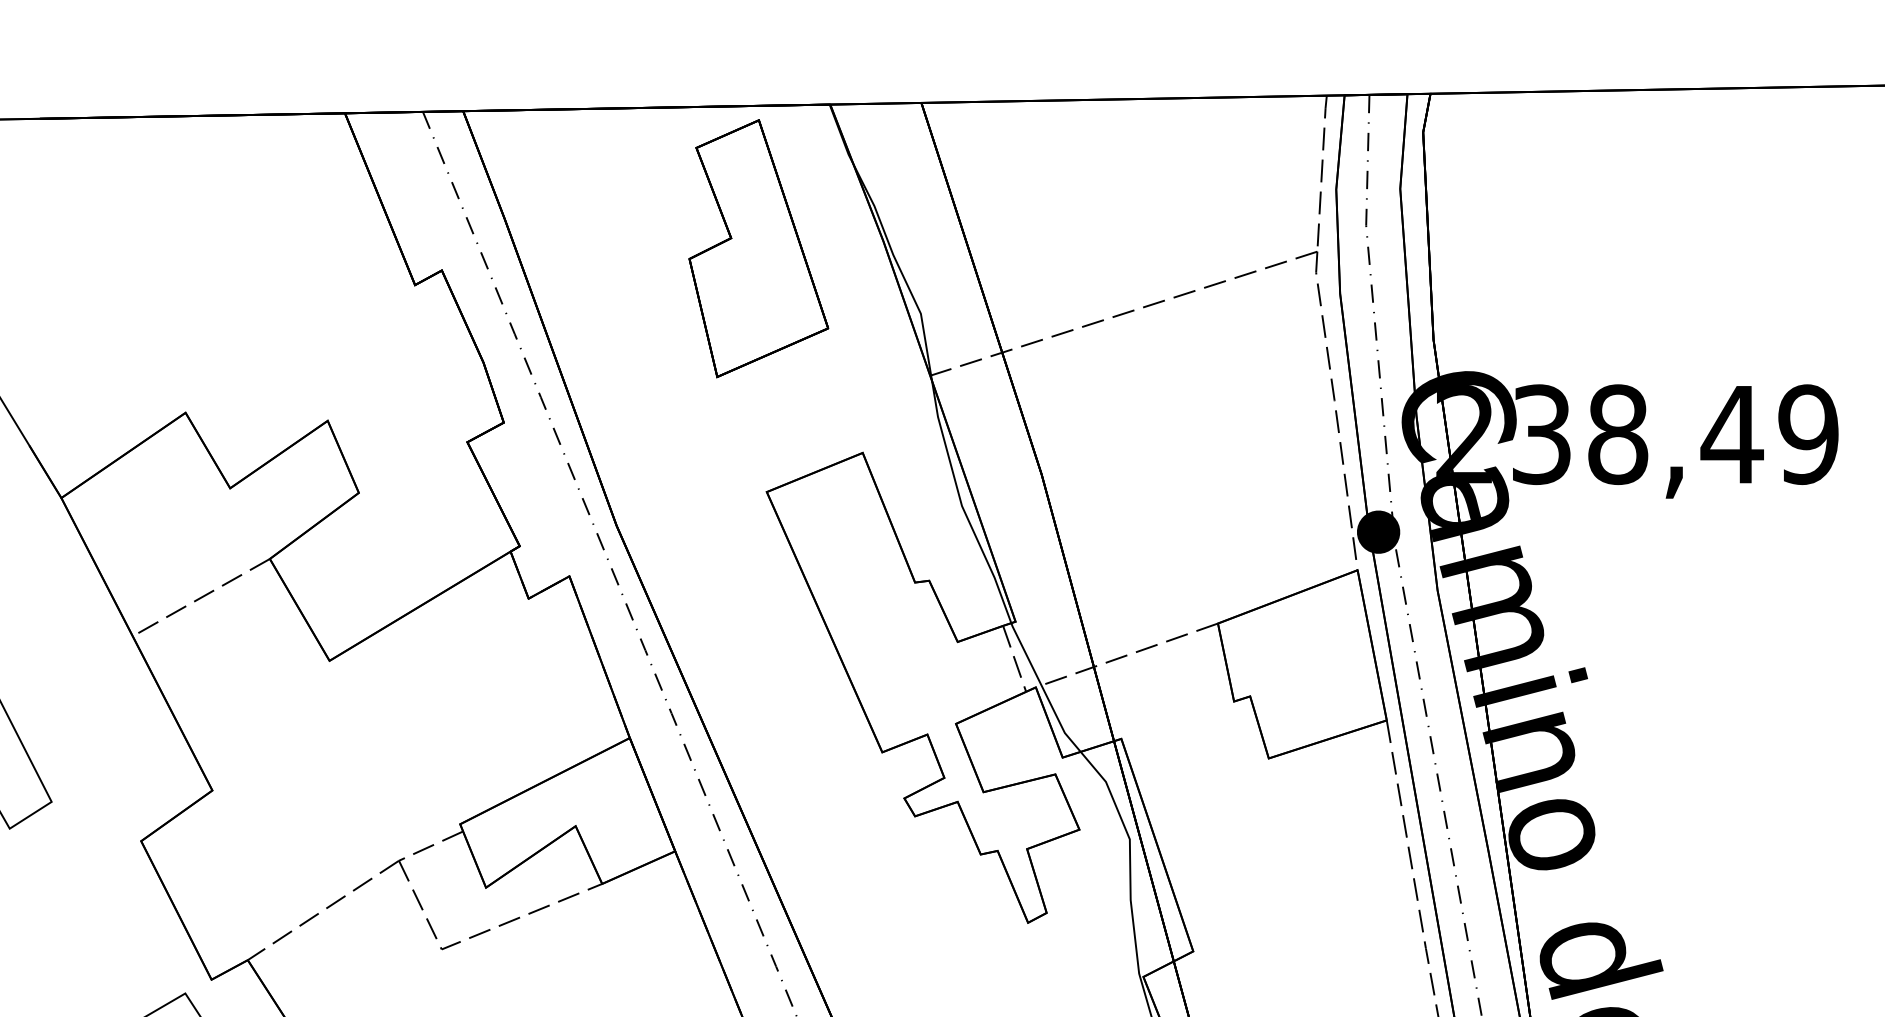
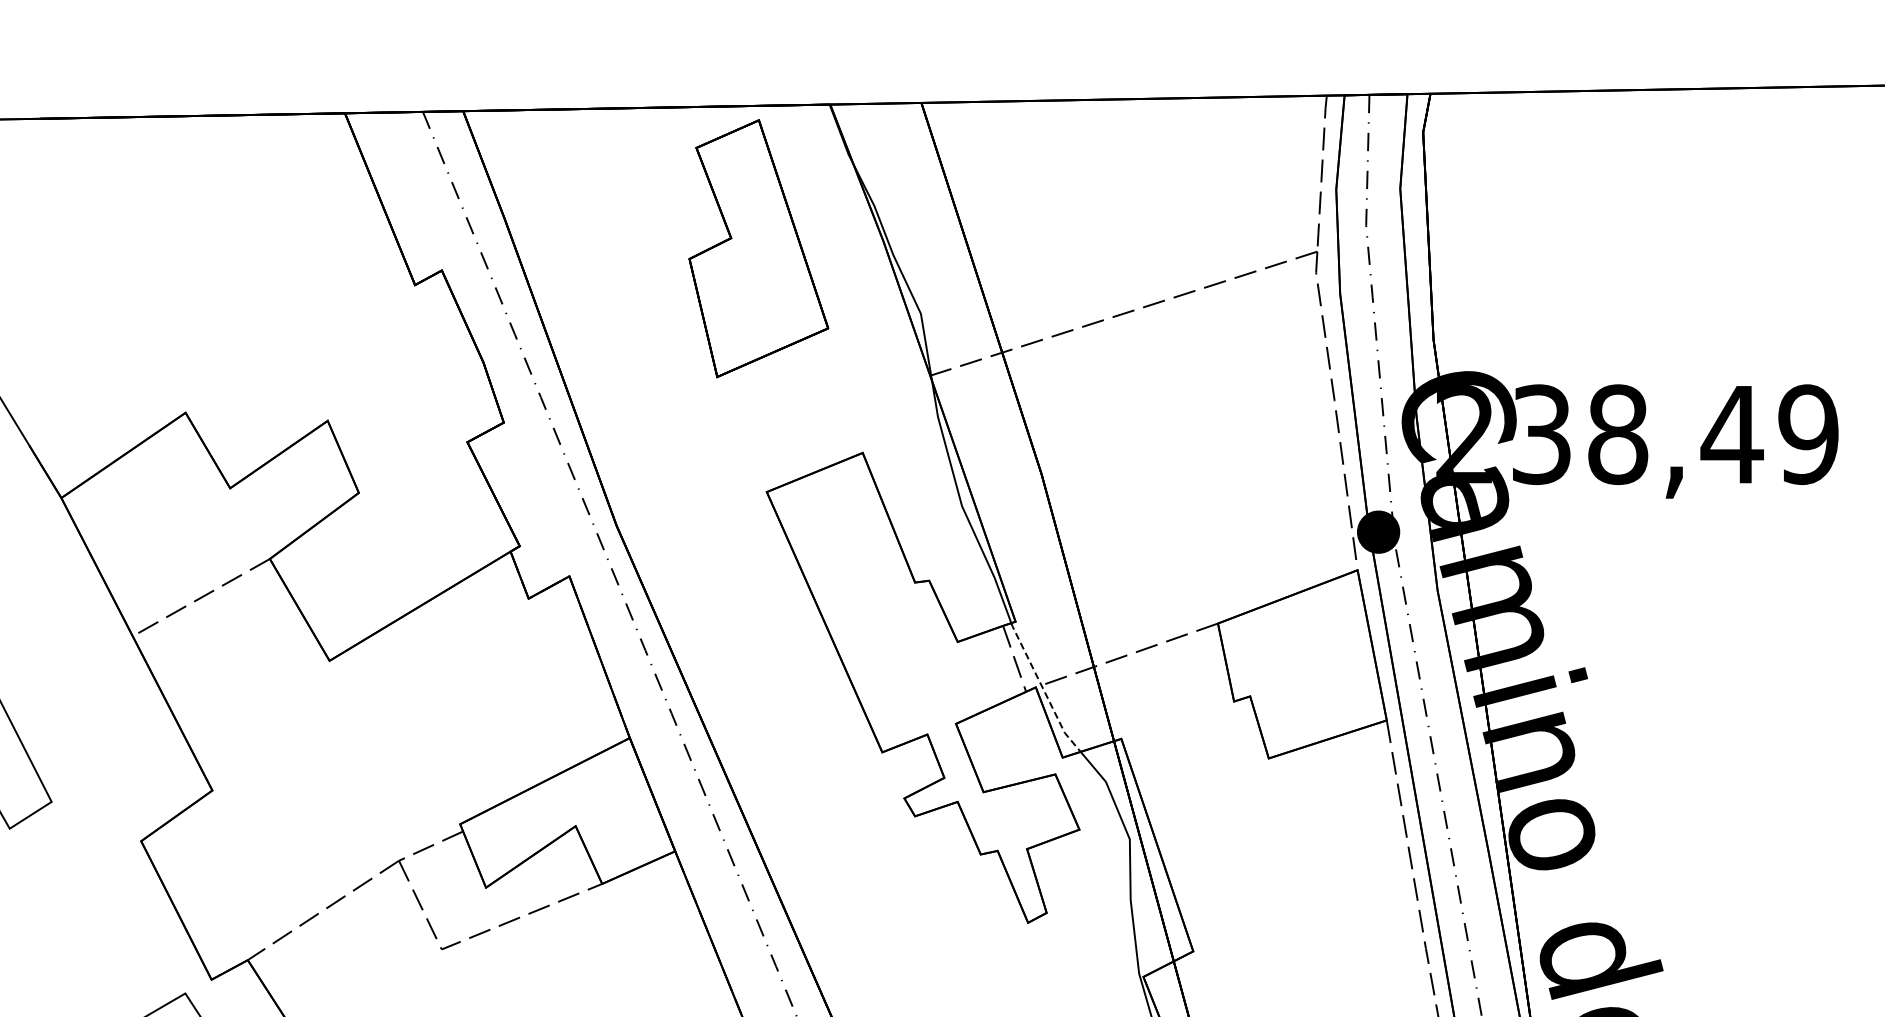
line at (1043, 689): solid -> dashed
